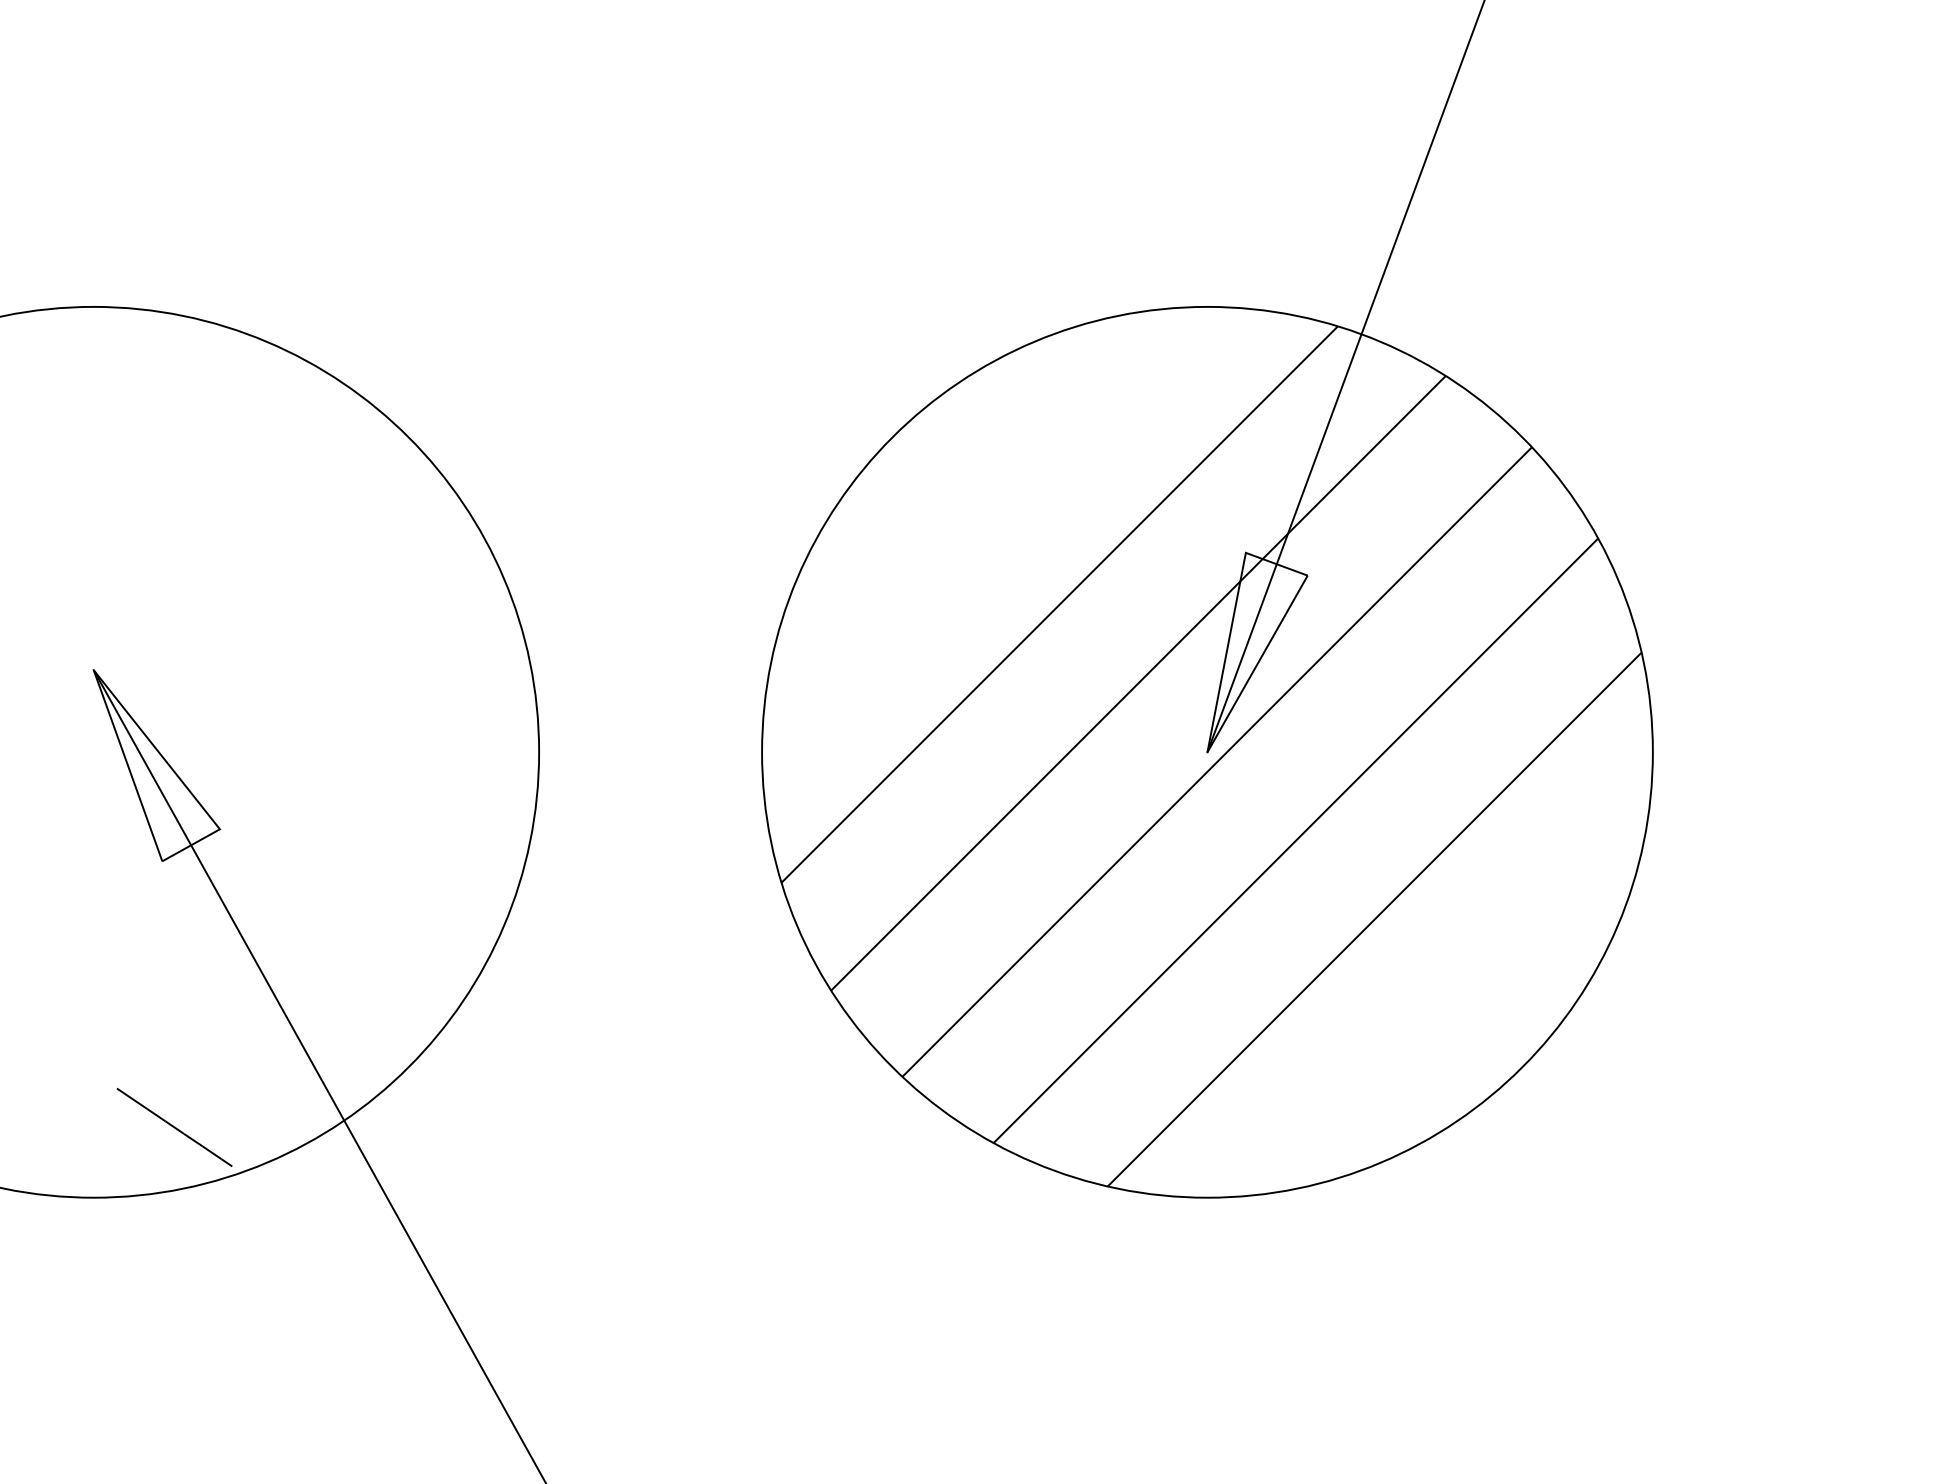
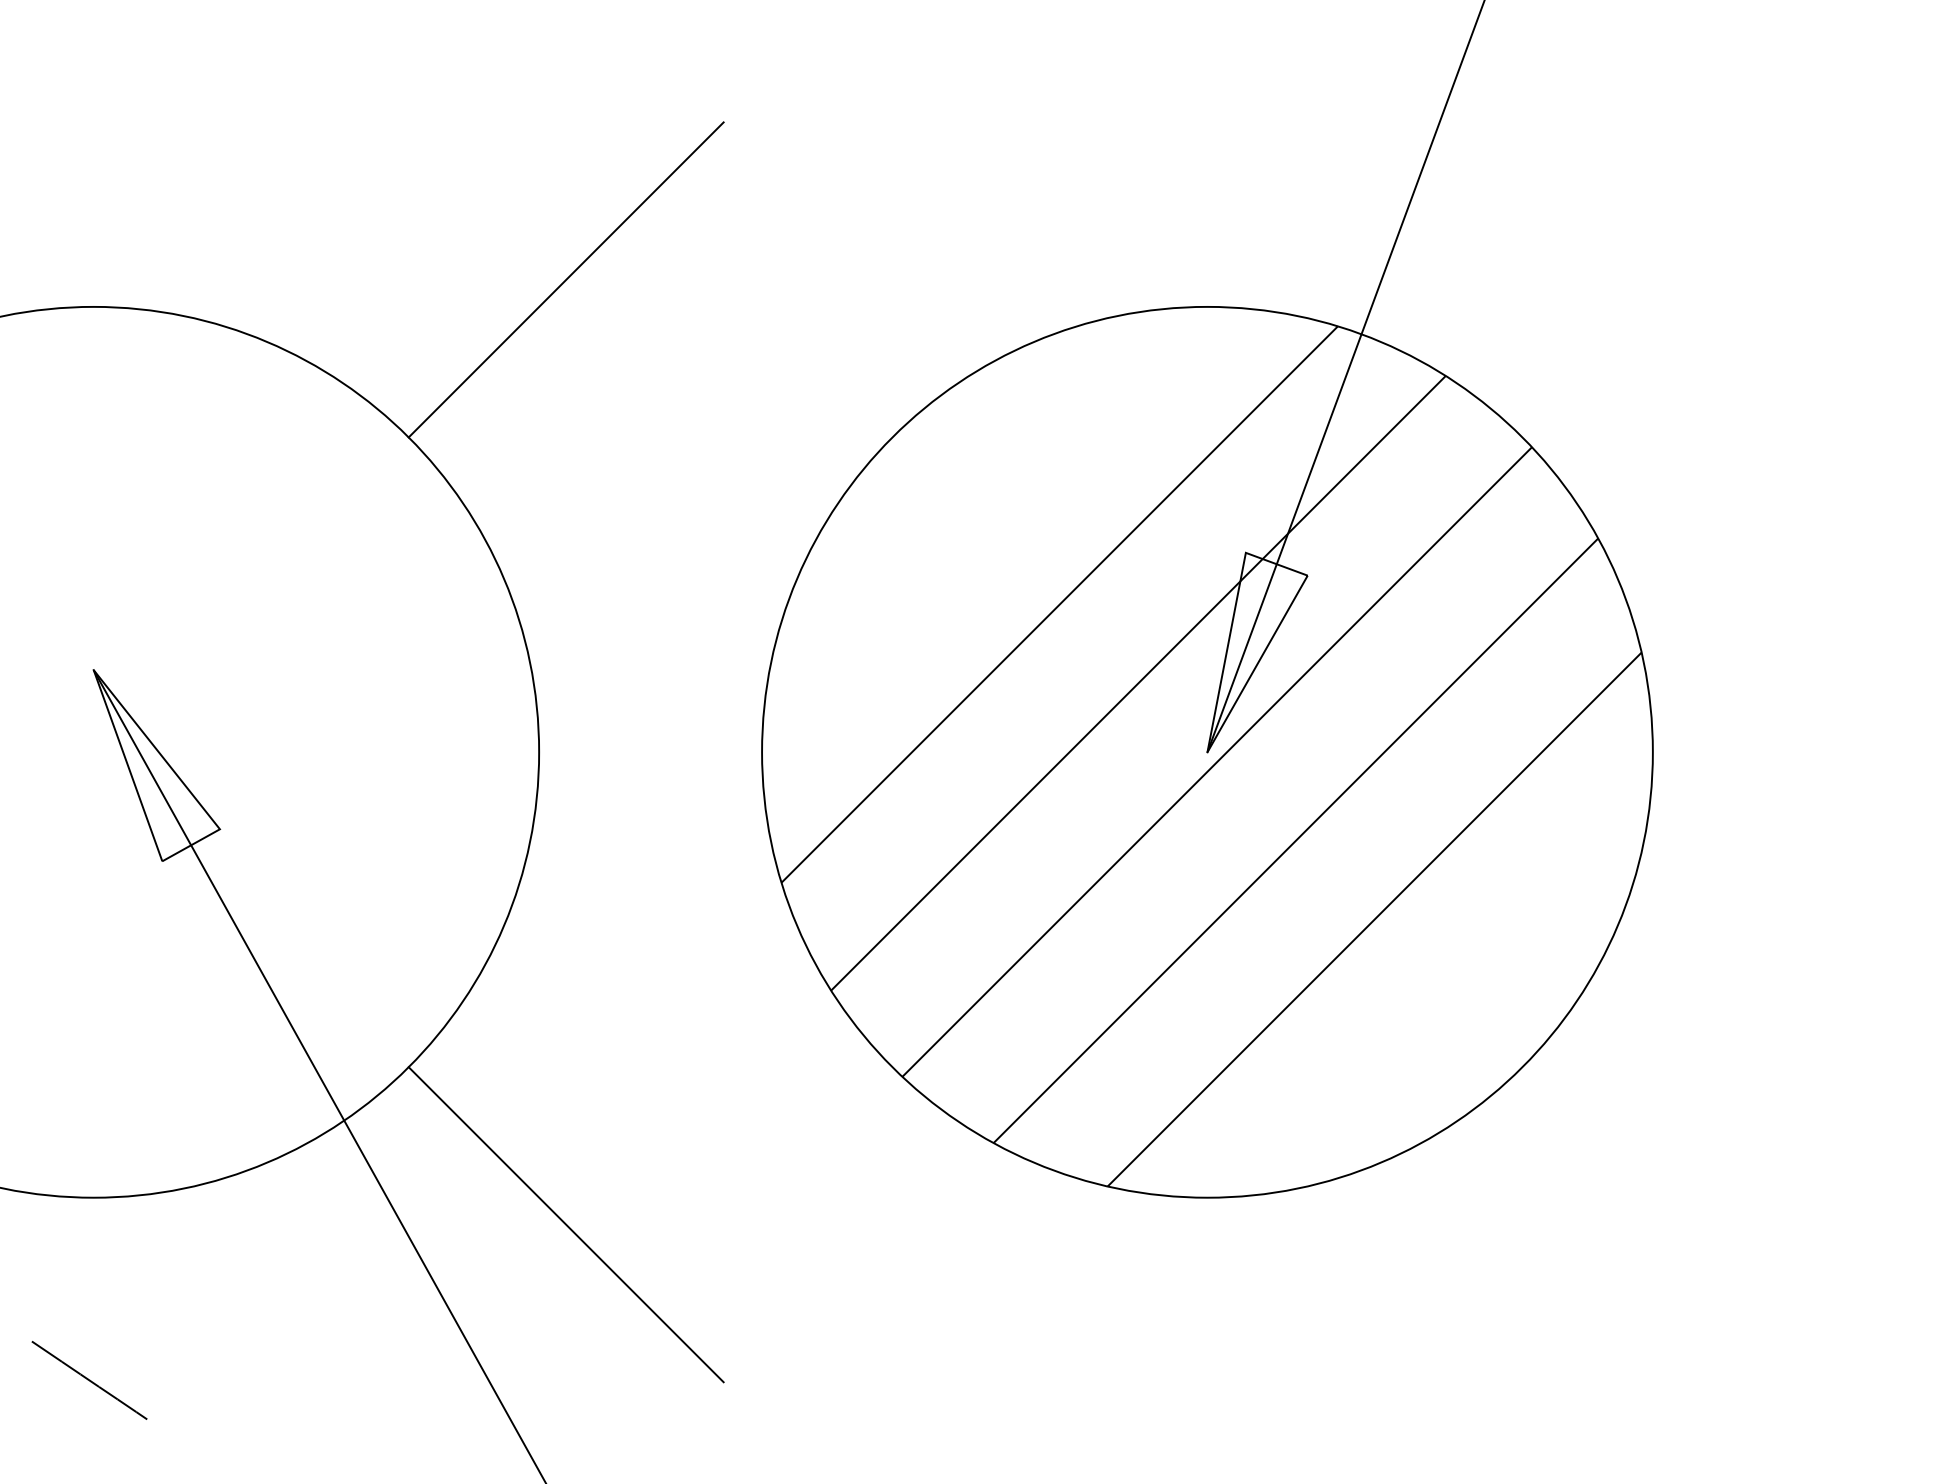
line at (565, 279): none -> present
line at (174, 1127) position: (174, 1127) -> (89, 1380)
line at (565, 1224): none -> present
